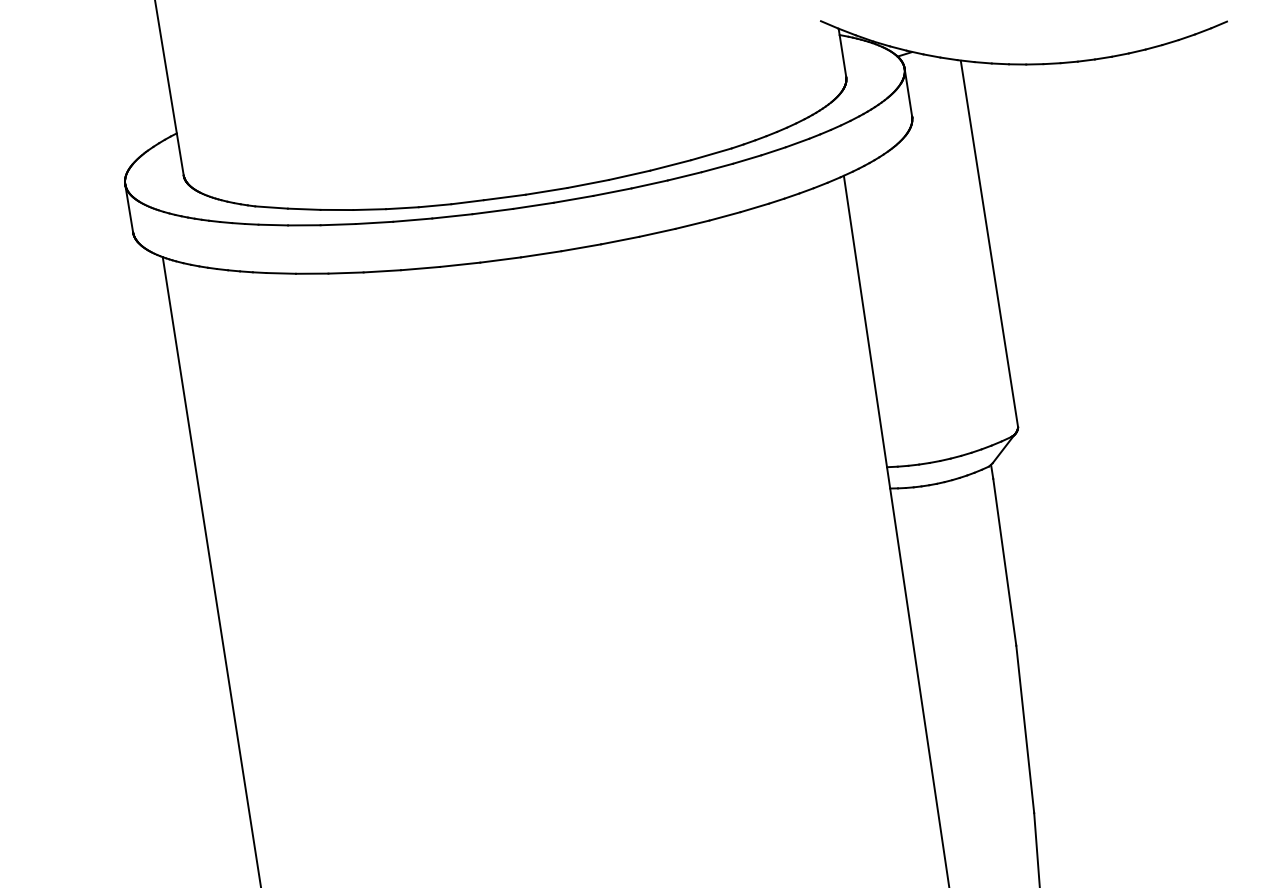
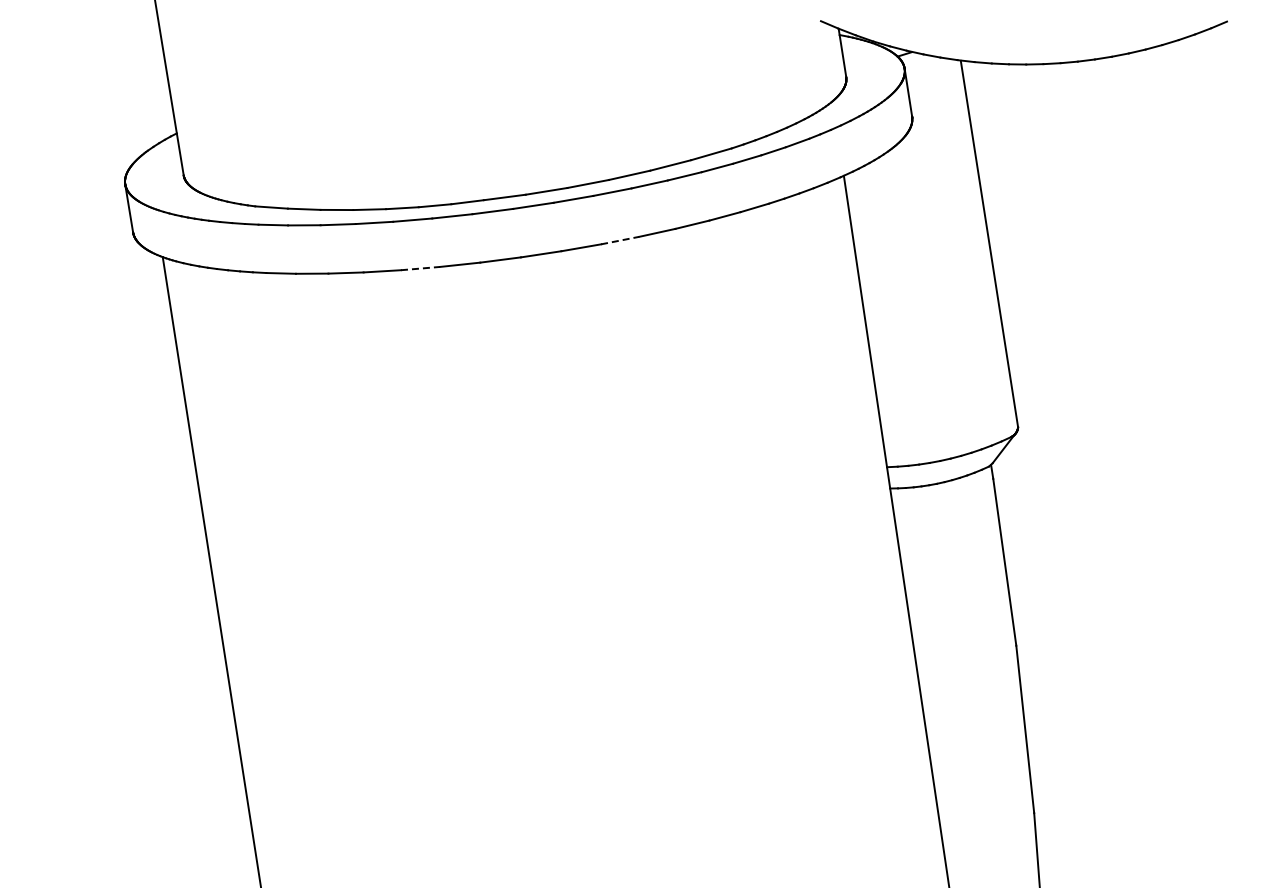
line at (620, 240): solid -> dashed
line at (420, 268): solid -> dashed
